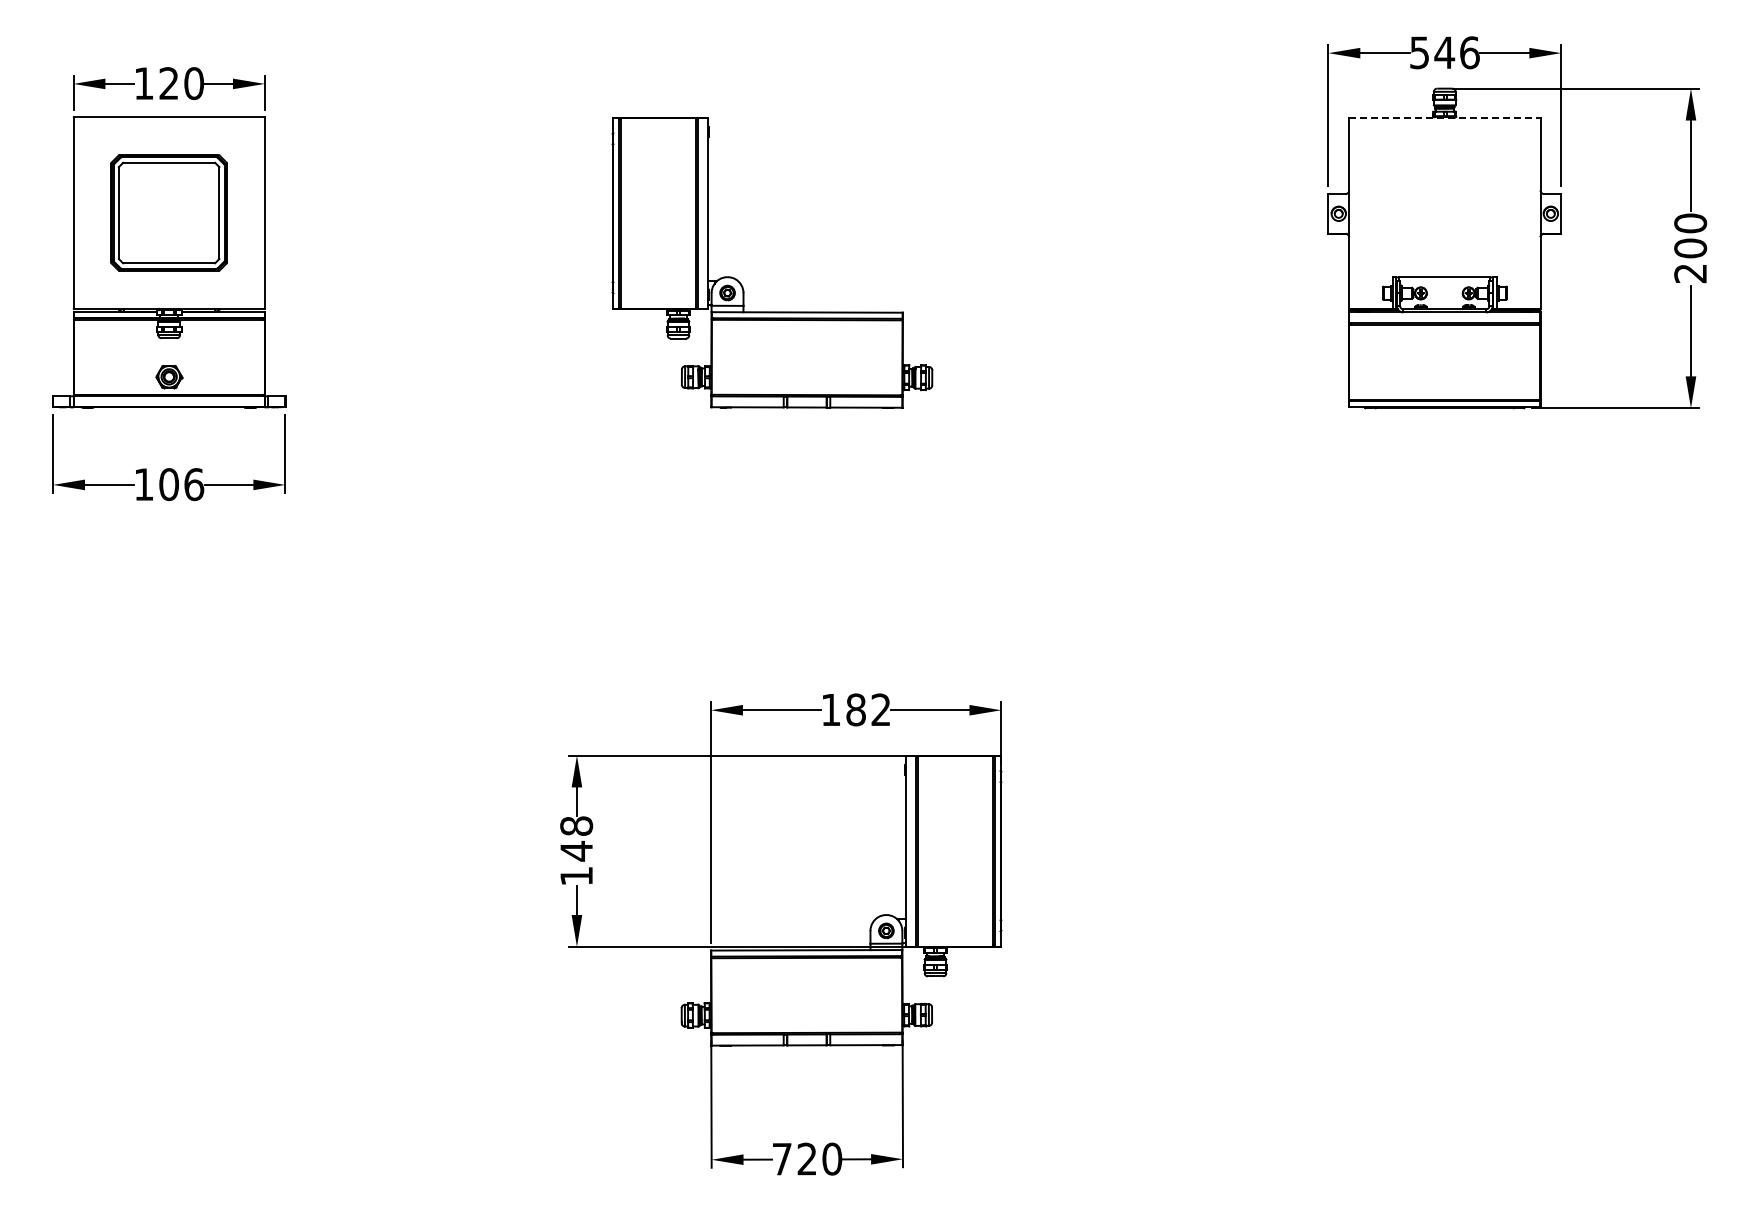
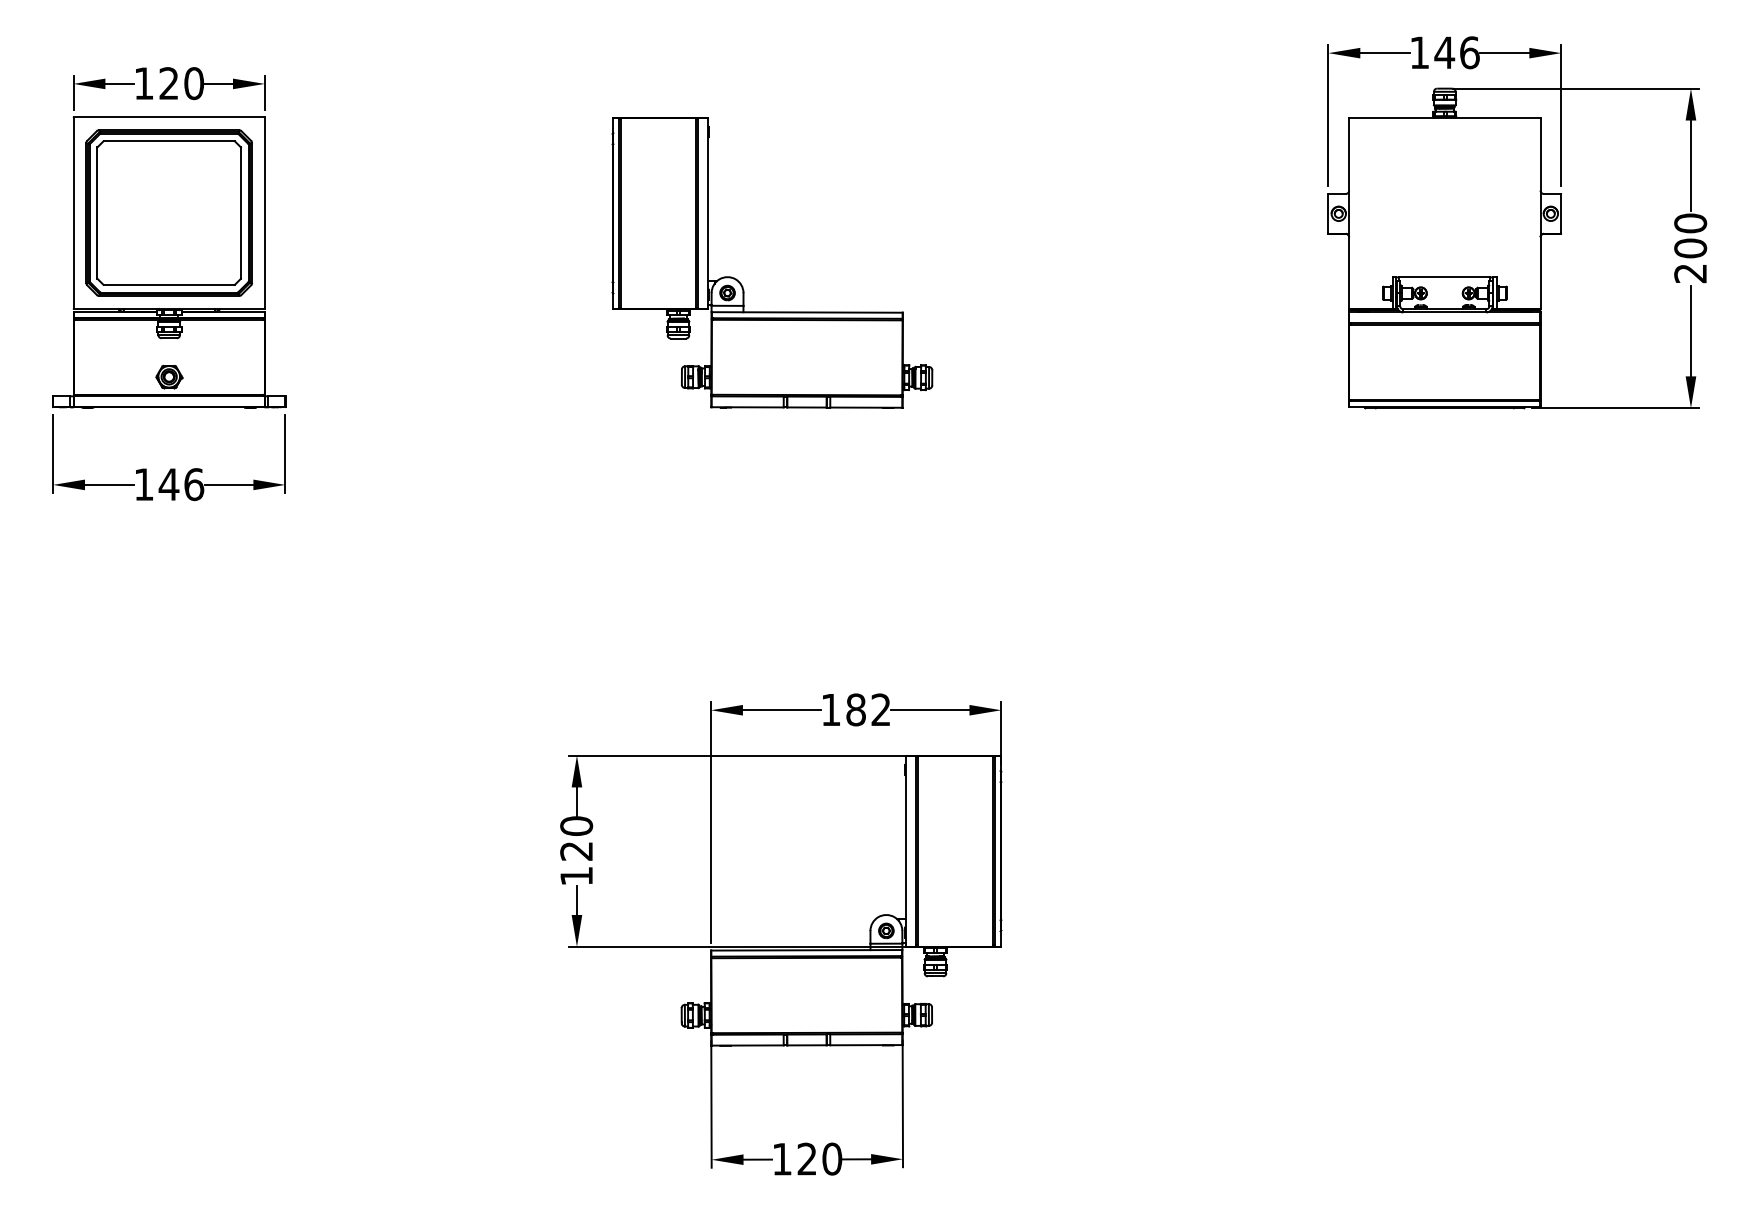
text at (1419, 52): 546 -> 146
line at (1445, 117): dashed -> solid
part at (168, 212) size: 118x118 px -> 168x168 px
text at (168, 484): 106 -> 146
text at (576, 838): 148 -> 120
text at (782, 1159): 720 -> 120
